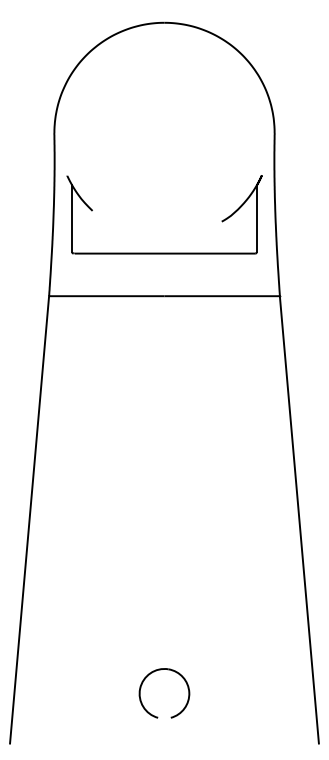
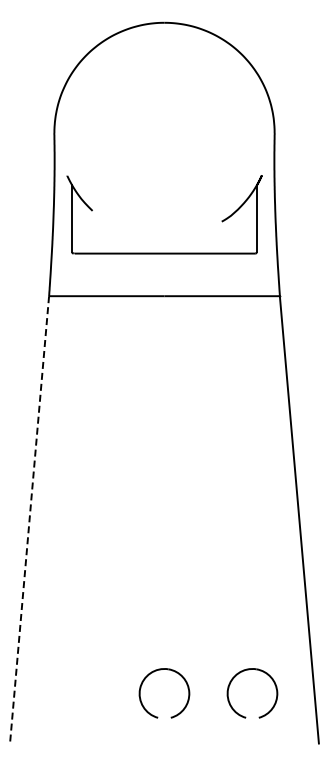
line at (29, 519): solid -> dashed
part at (255, 670): none -> present
